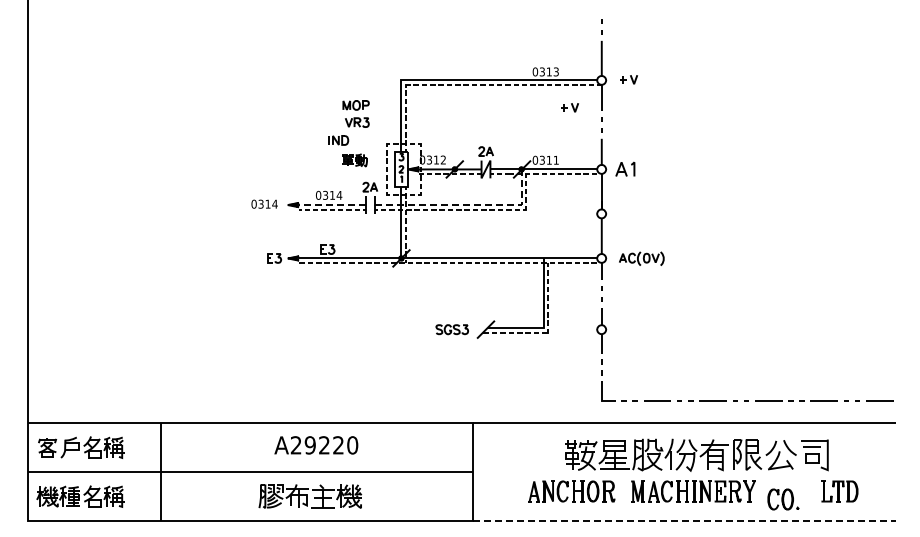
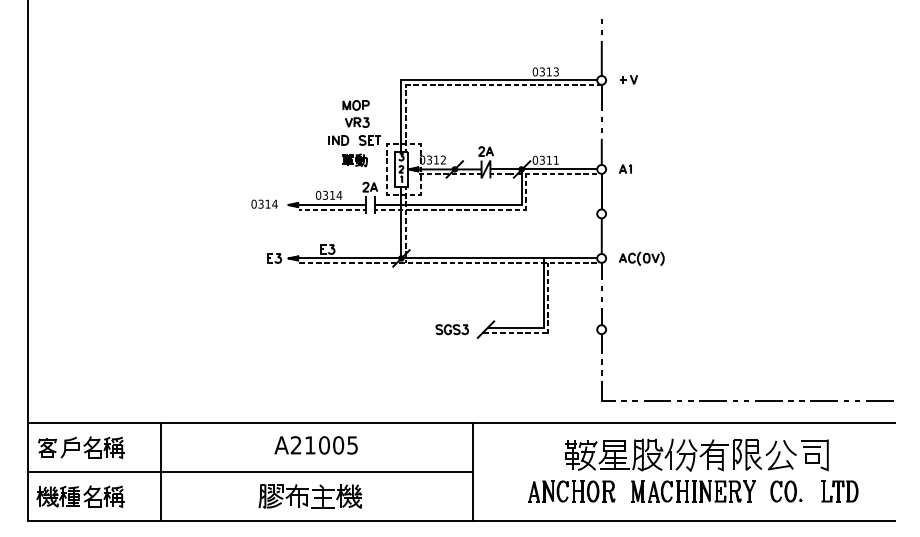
part at (569, 107): present -> none
part at (369, 140): none -> present
part at (625, 168) size: 21x16 px -> 13x10 px
line at (330, 205): dashed -> solid
line at (466, 205): dashed -> solid
text at (331, 445): A29220 -> A21005
part at (783, 499) position: (783, 499) -> (786, 491)
line at (684, 521): dashed -> solid
